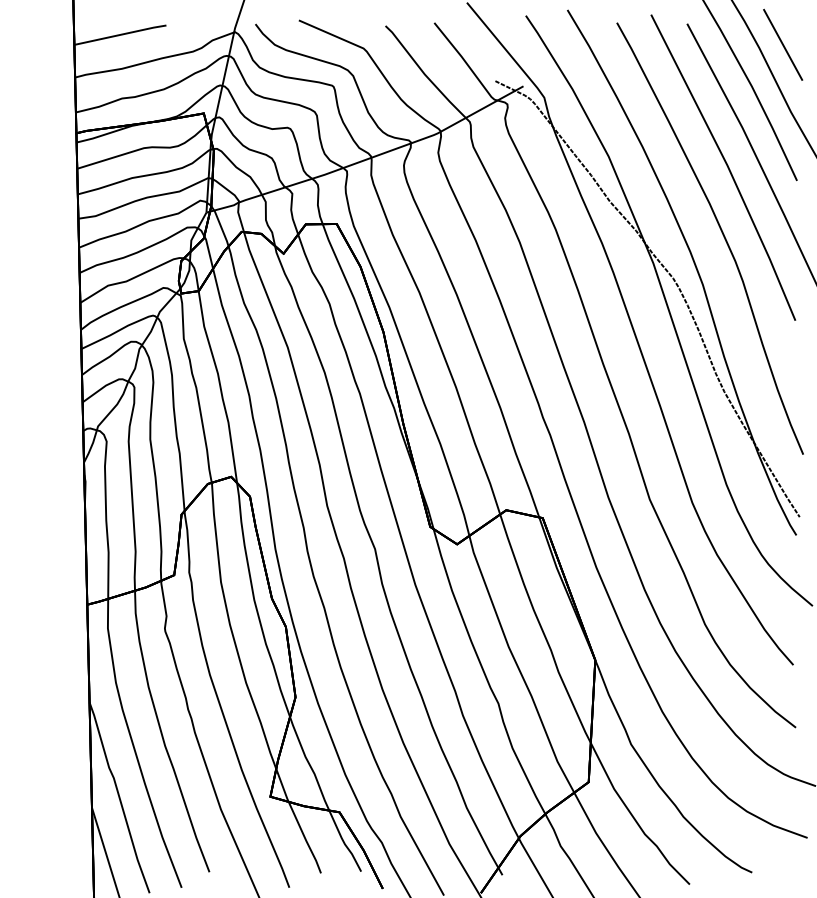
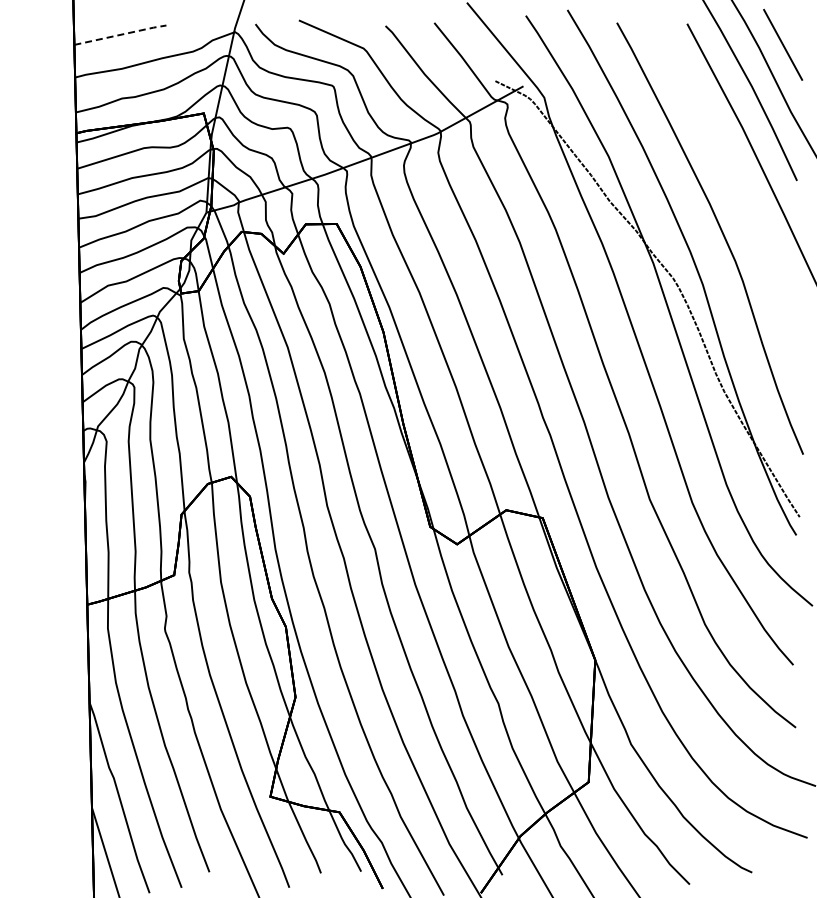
line at (120, 34): solid -> dashed
line at (726, 166): present -> none
